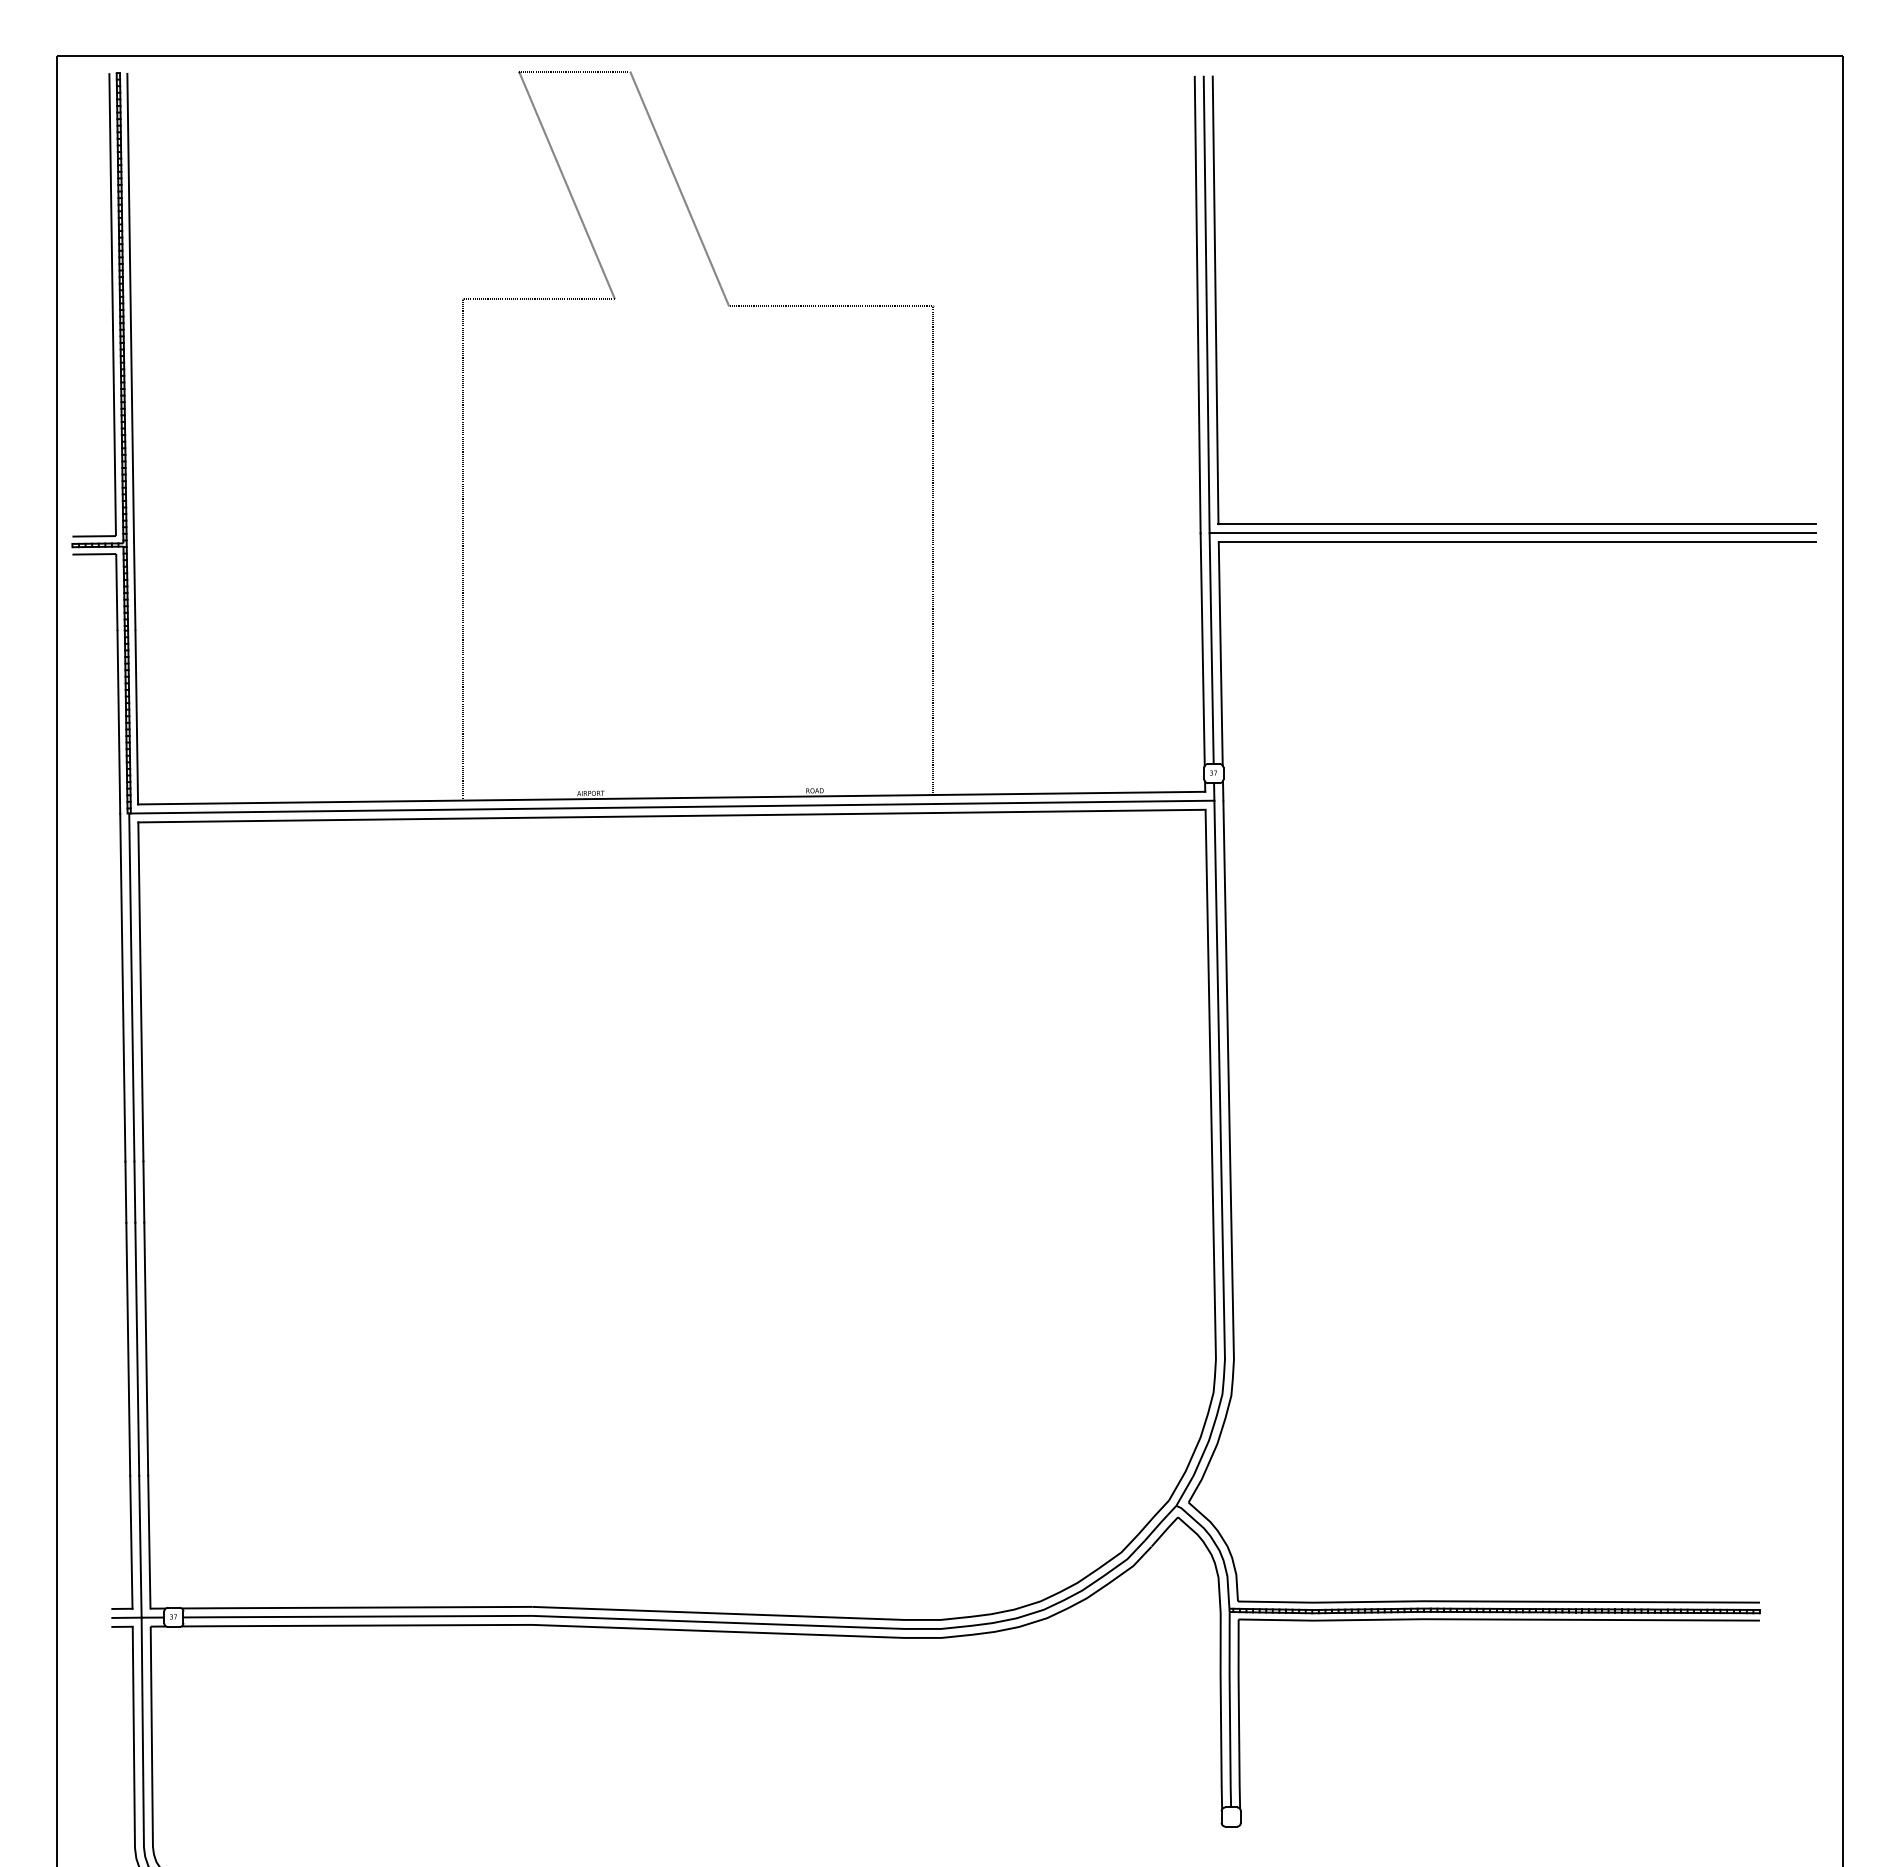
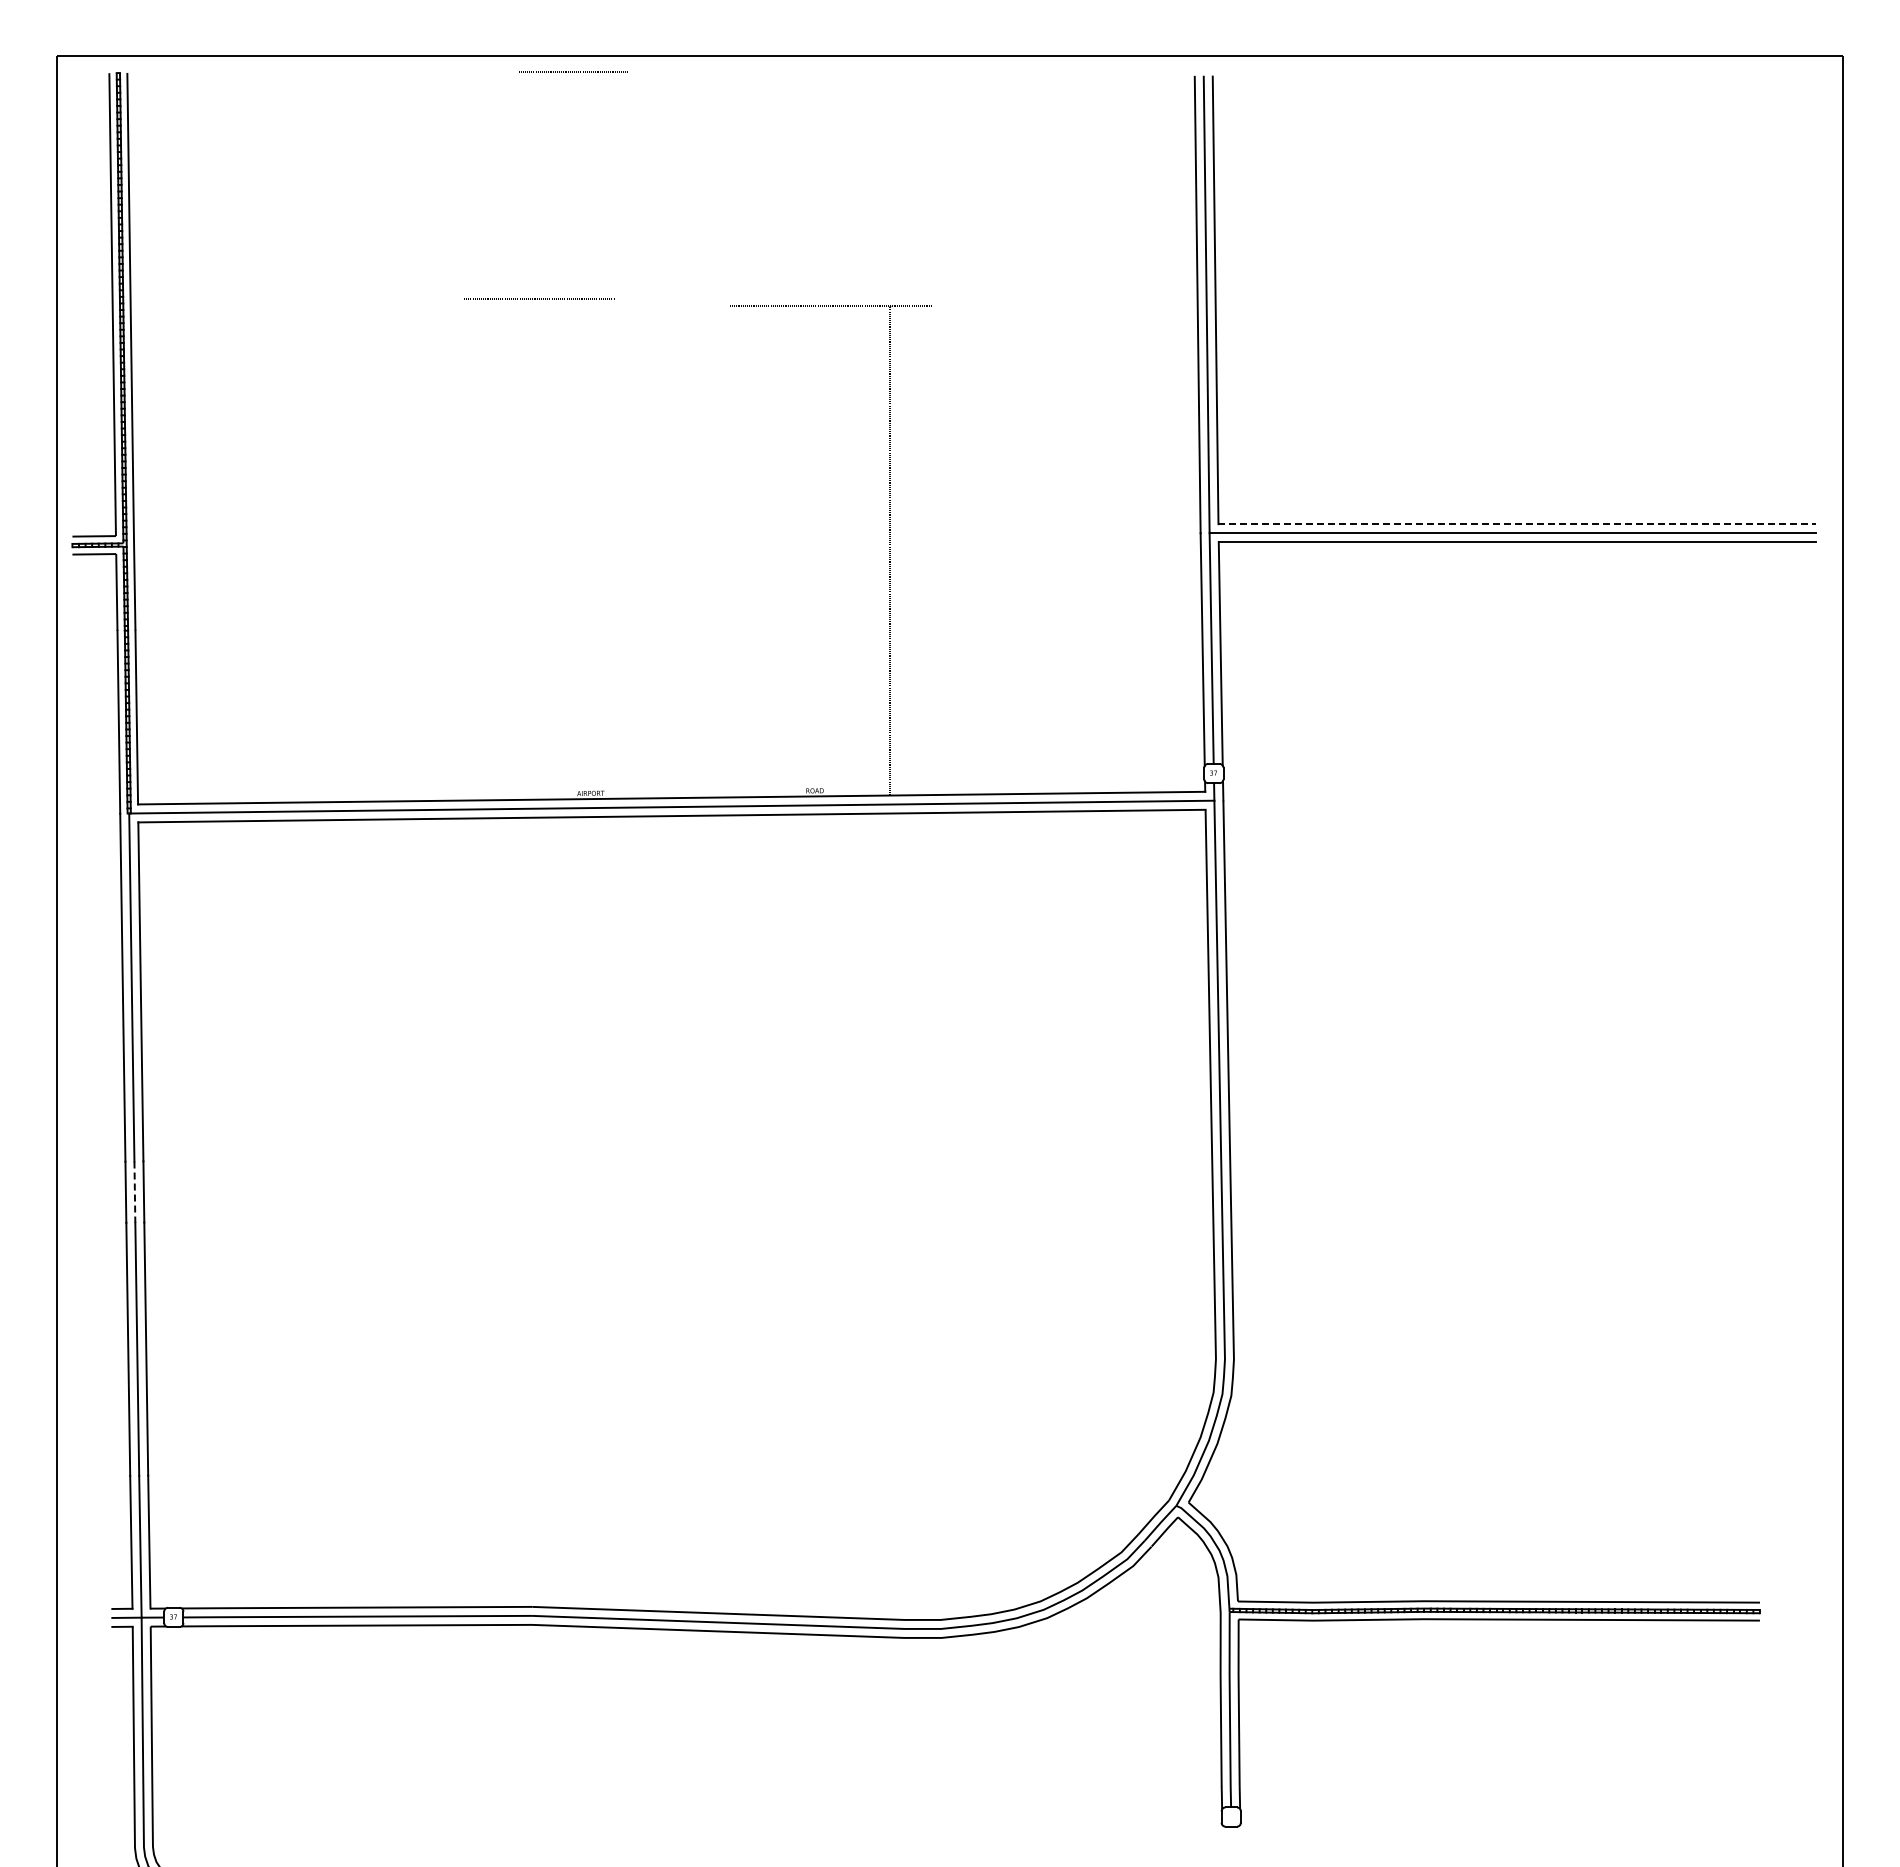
line at (566, 185): present -> none
line at (679, 188): present -> none
line at (1517, 524): solid -> dashed
line at (462, 549): present -> none
line at (932, 550) position: (932, 550) -> (889, 550)
line at (134, 1192): solid -> dashed
